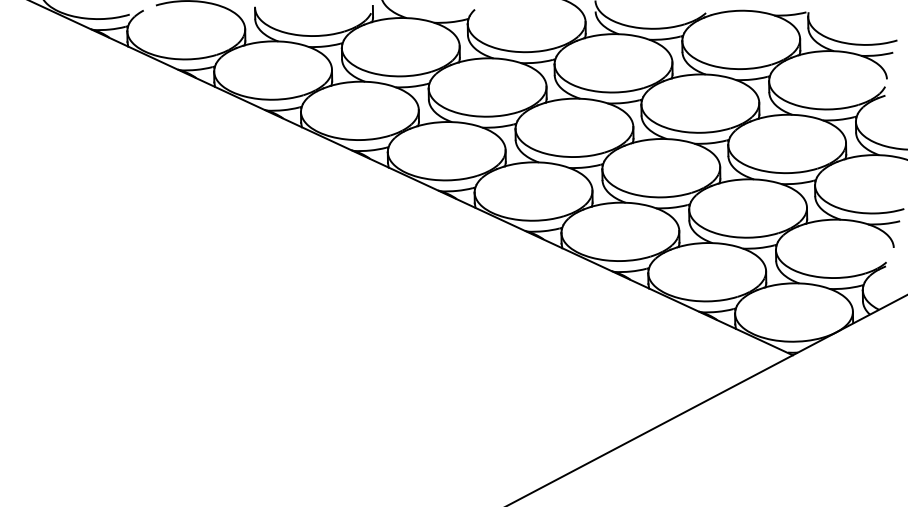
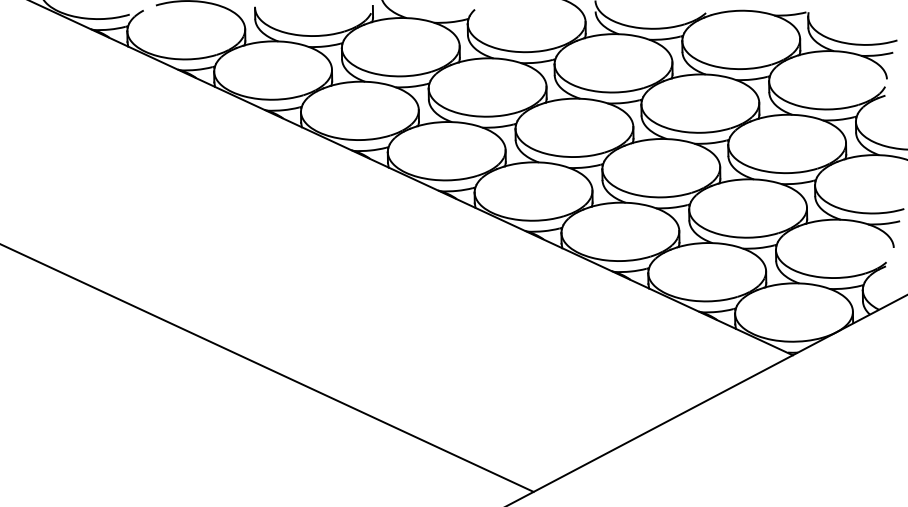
line at (267, 368): none -> present
